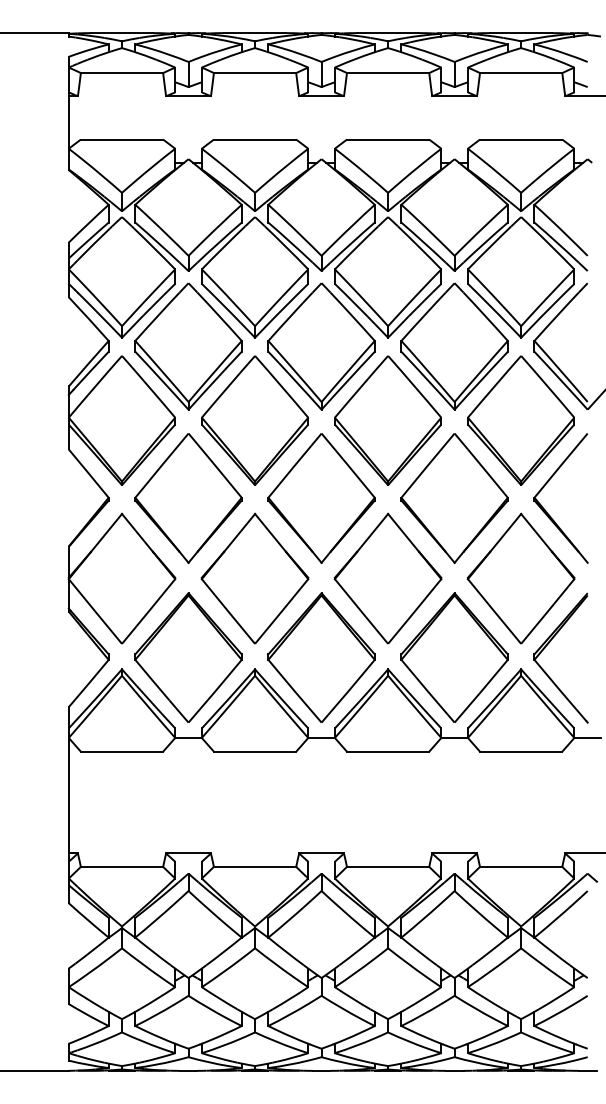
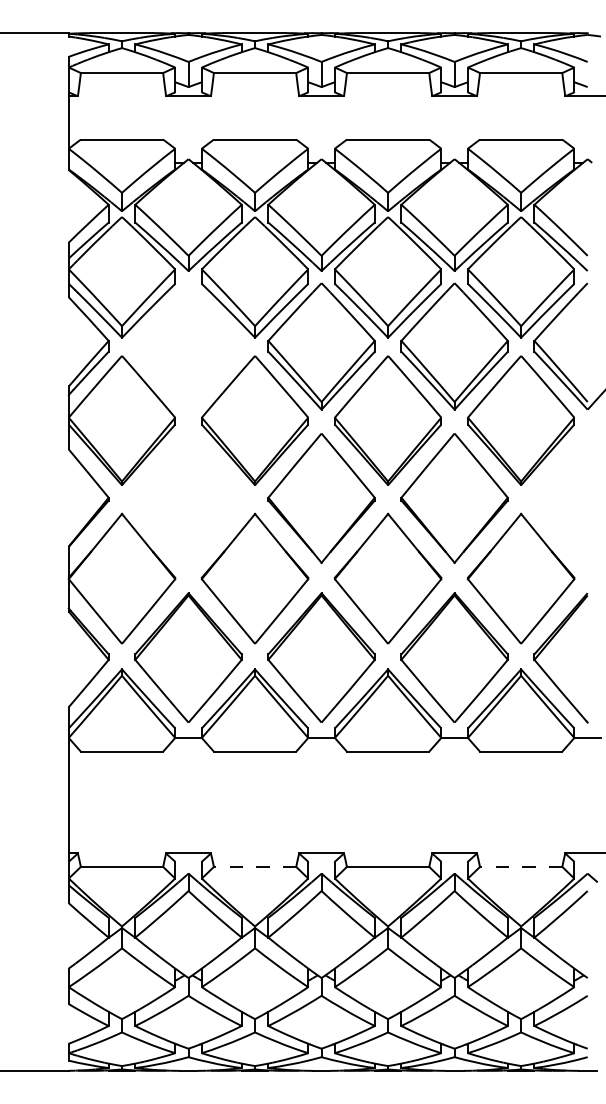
part at (188, 346): present -> none
part at (188, 498): present -> none
part at (546, 510): present -> none
line at (254, 866): solid -> dashed
line at (520, 866): solid -> dashed
